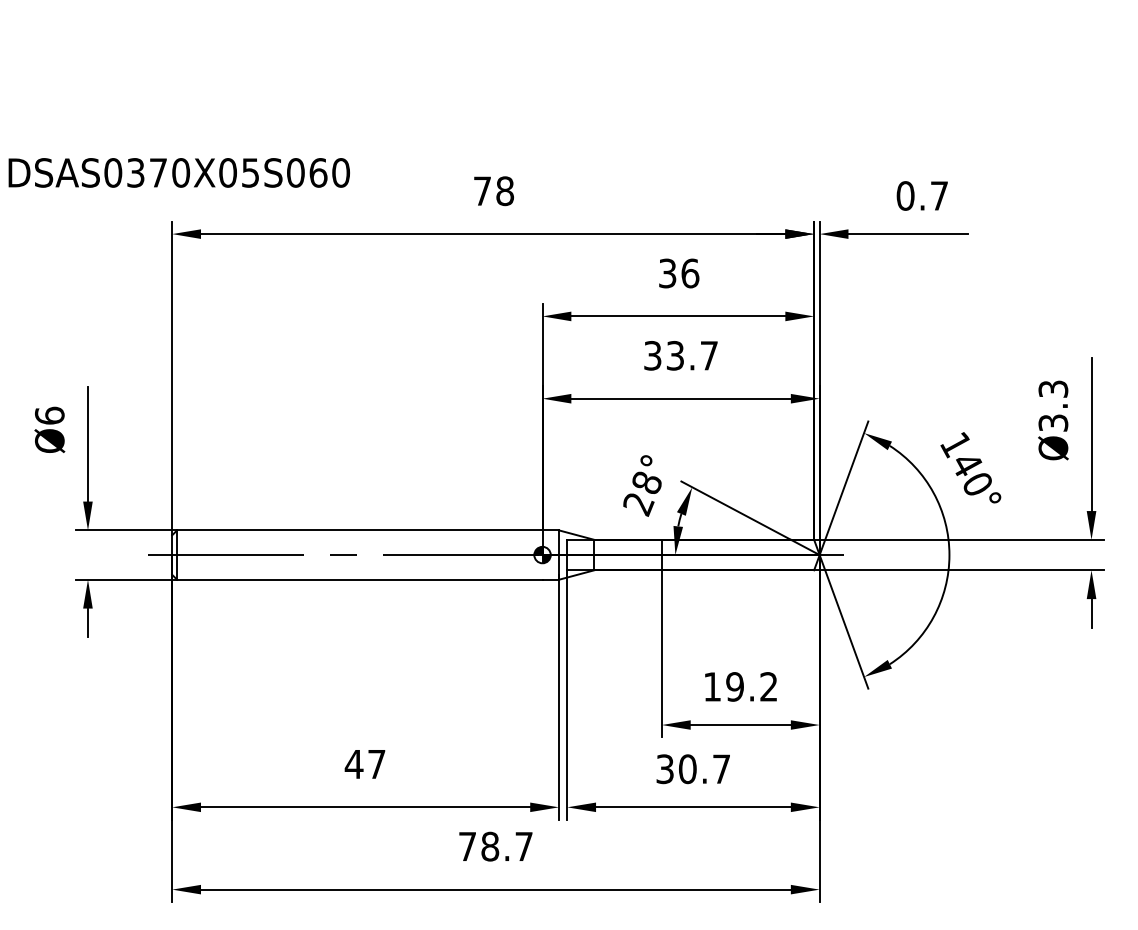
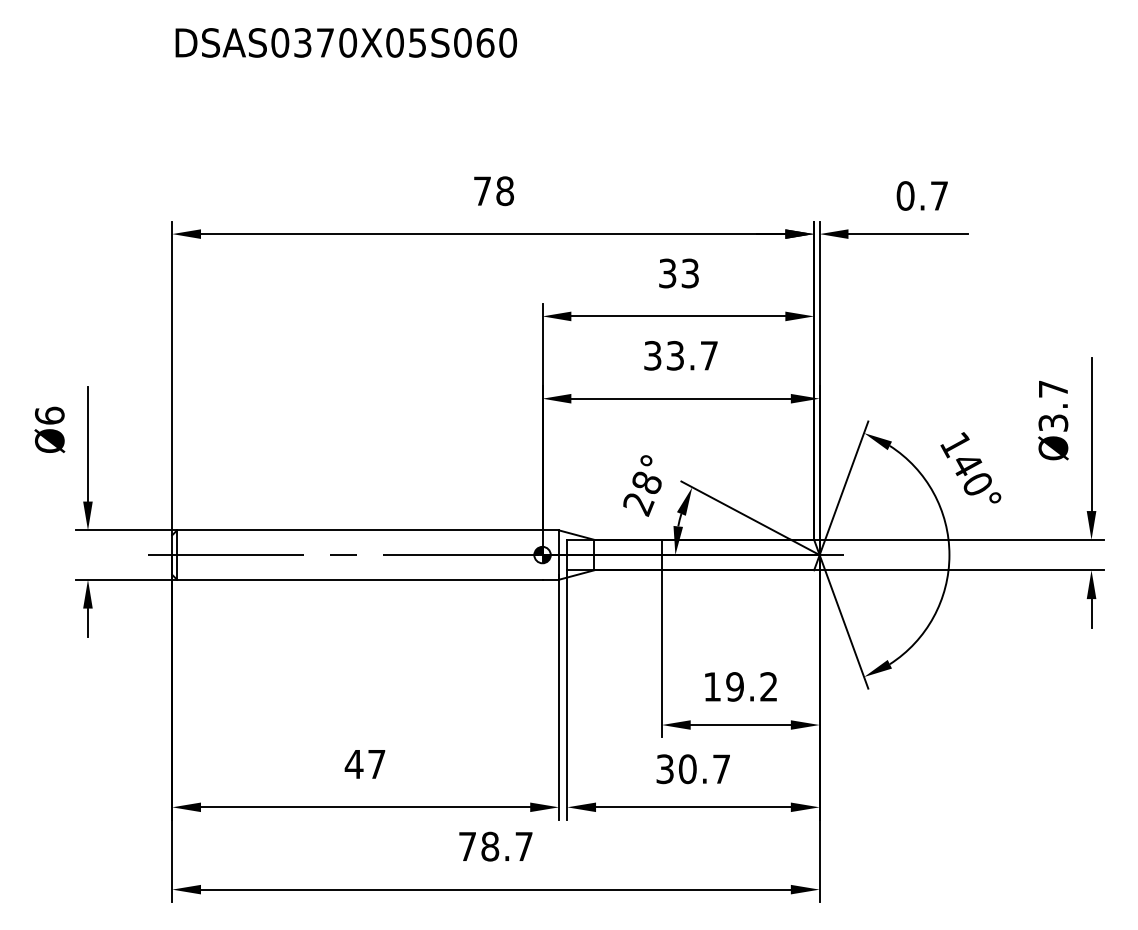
text at (178, 172) position: (178, 172) -> (345, 42)
text at (690, 273): 36 -> 33
text at (1053, 388): Ø3.3 -> Ø3.7
